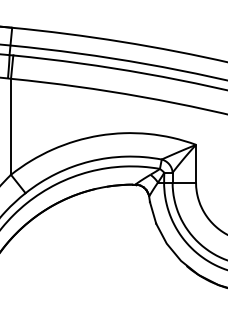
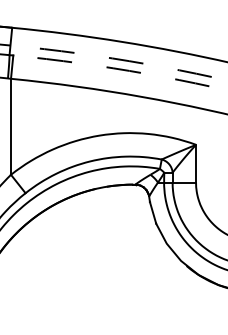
arc at (118, 59): solid -> dashed
arc at (120, 69): solid -> dashed
